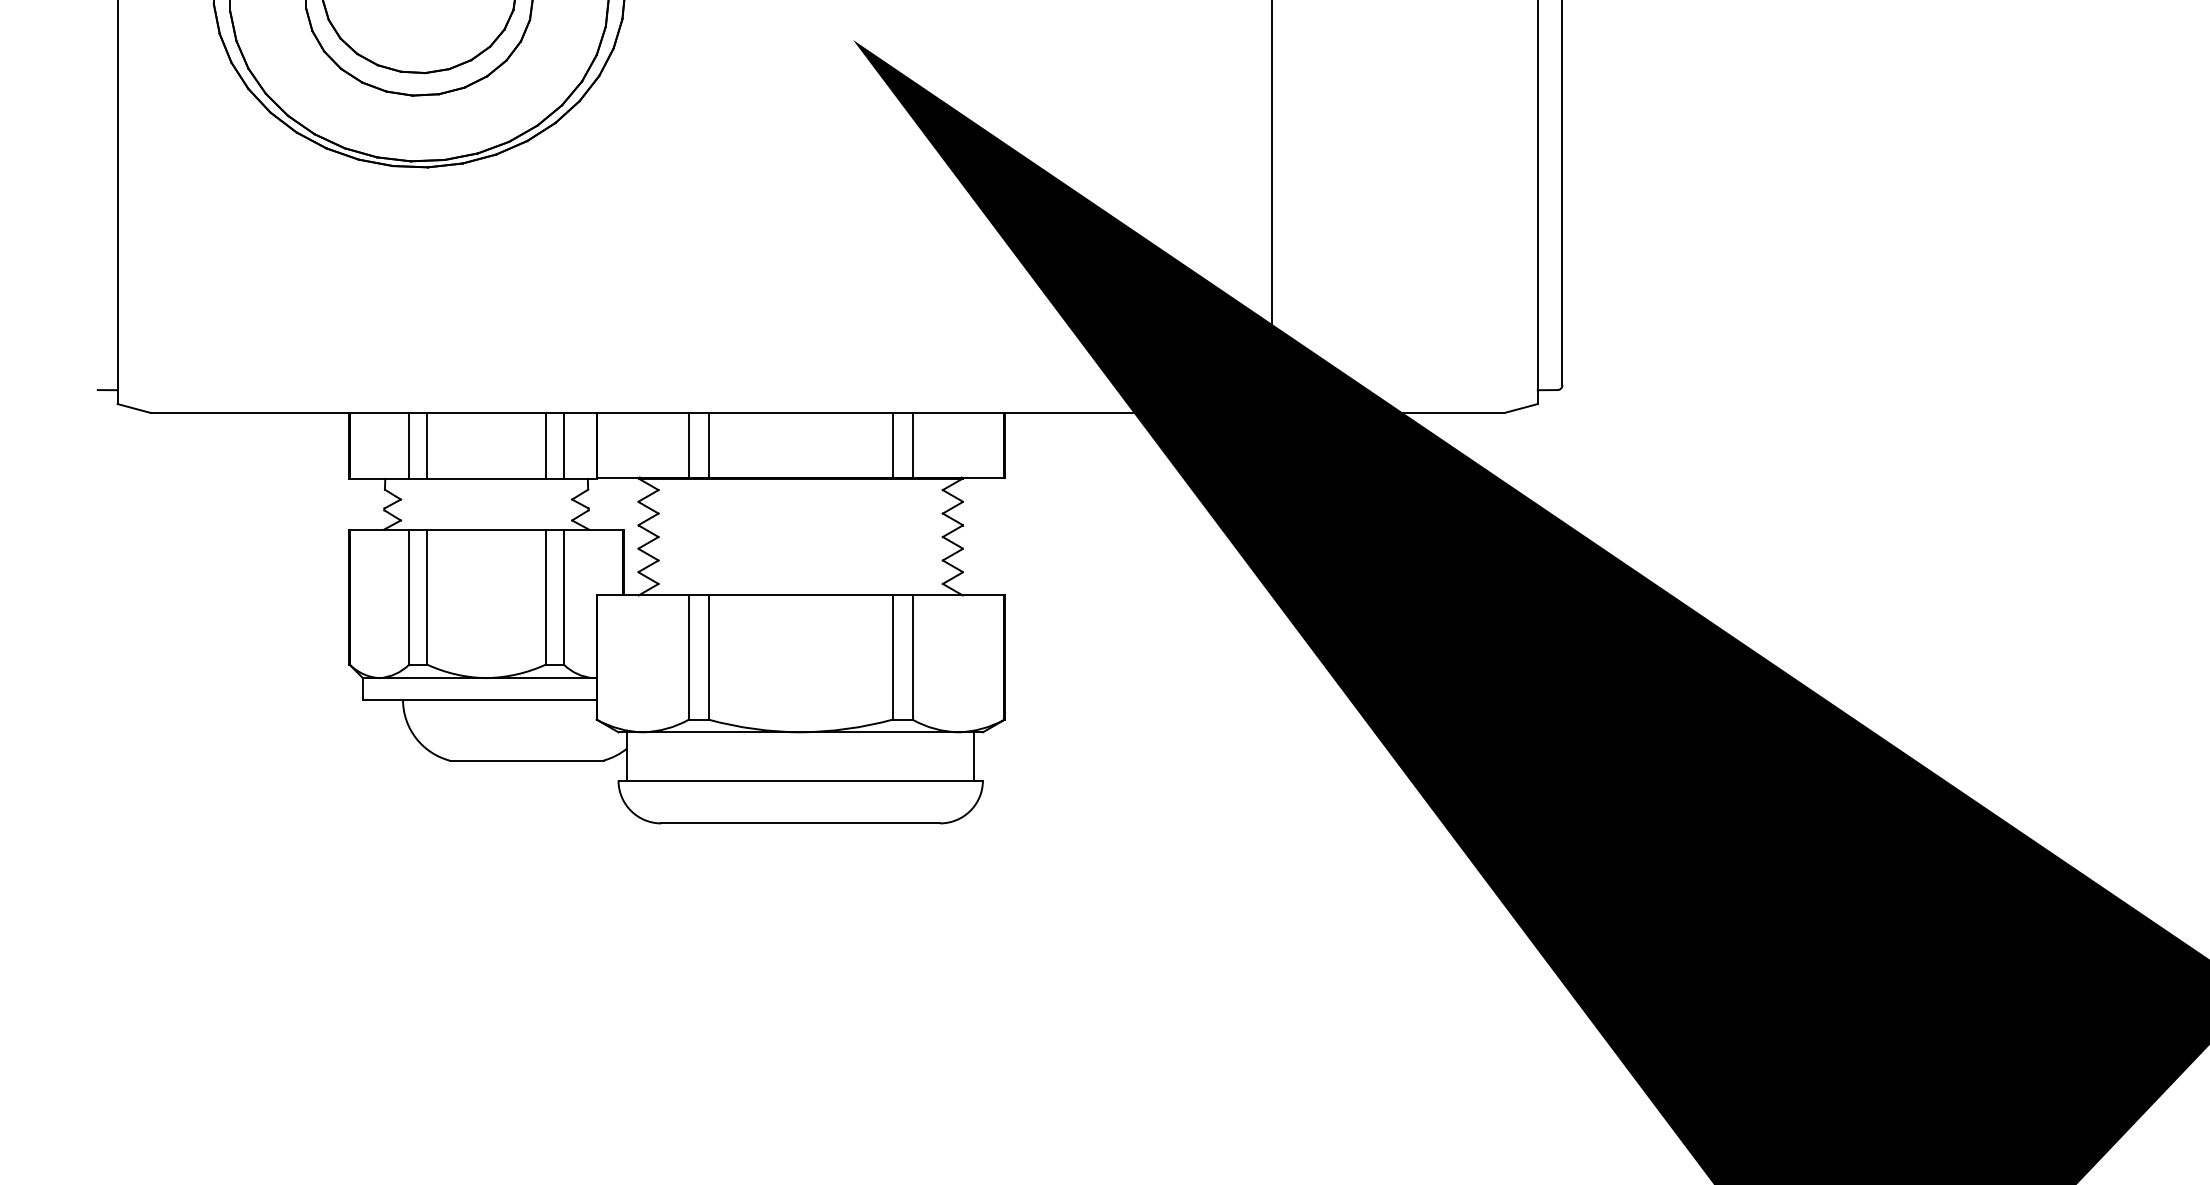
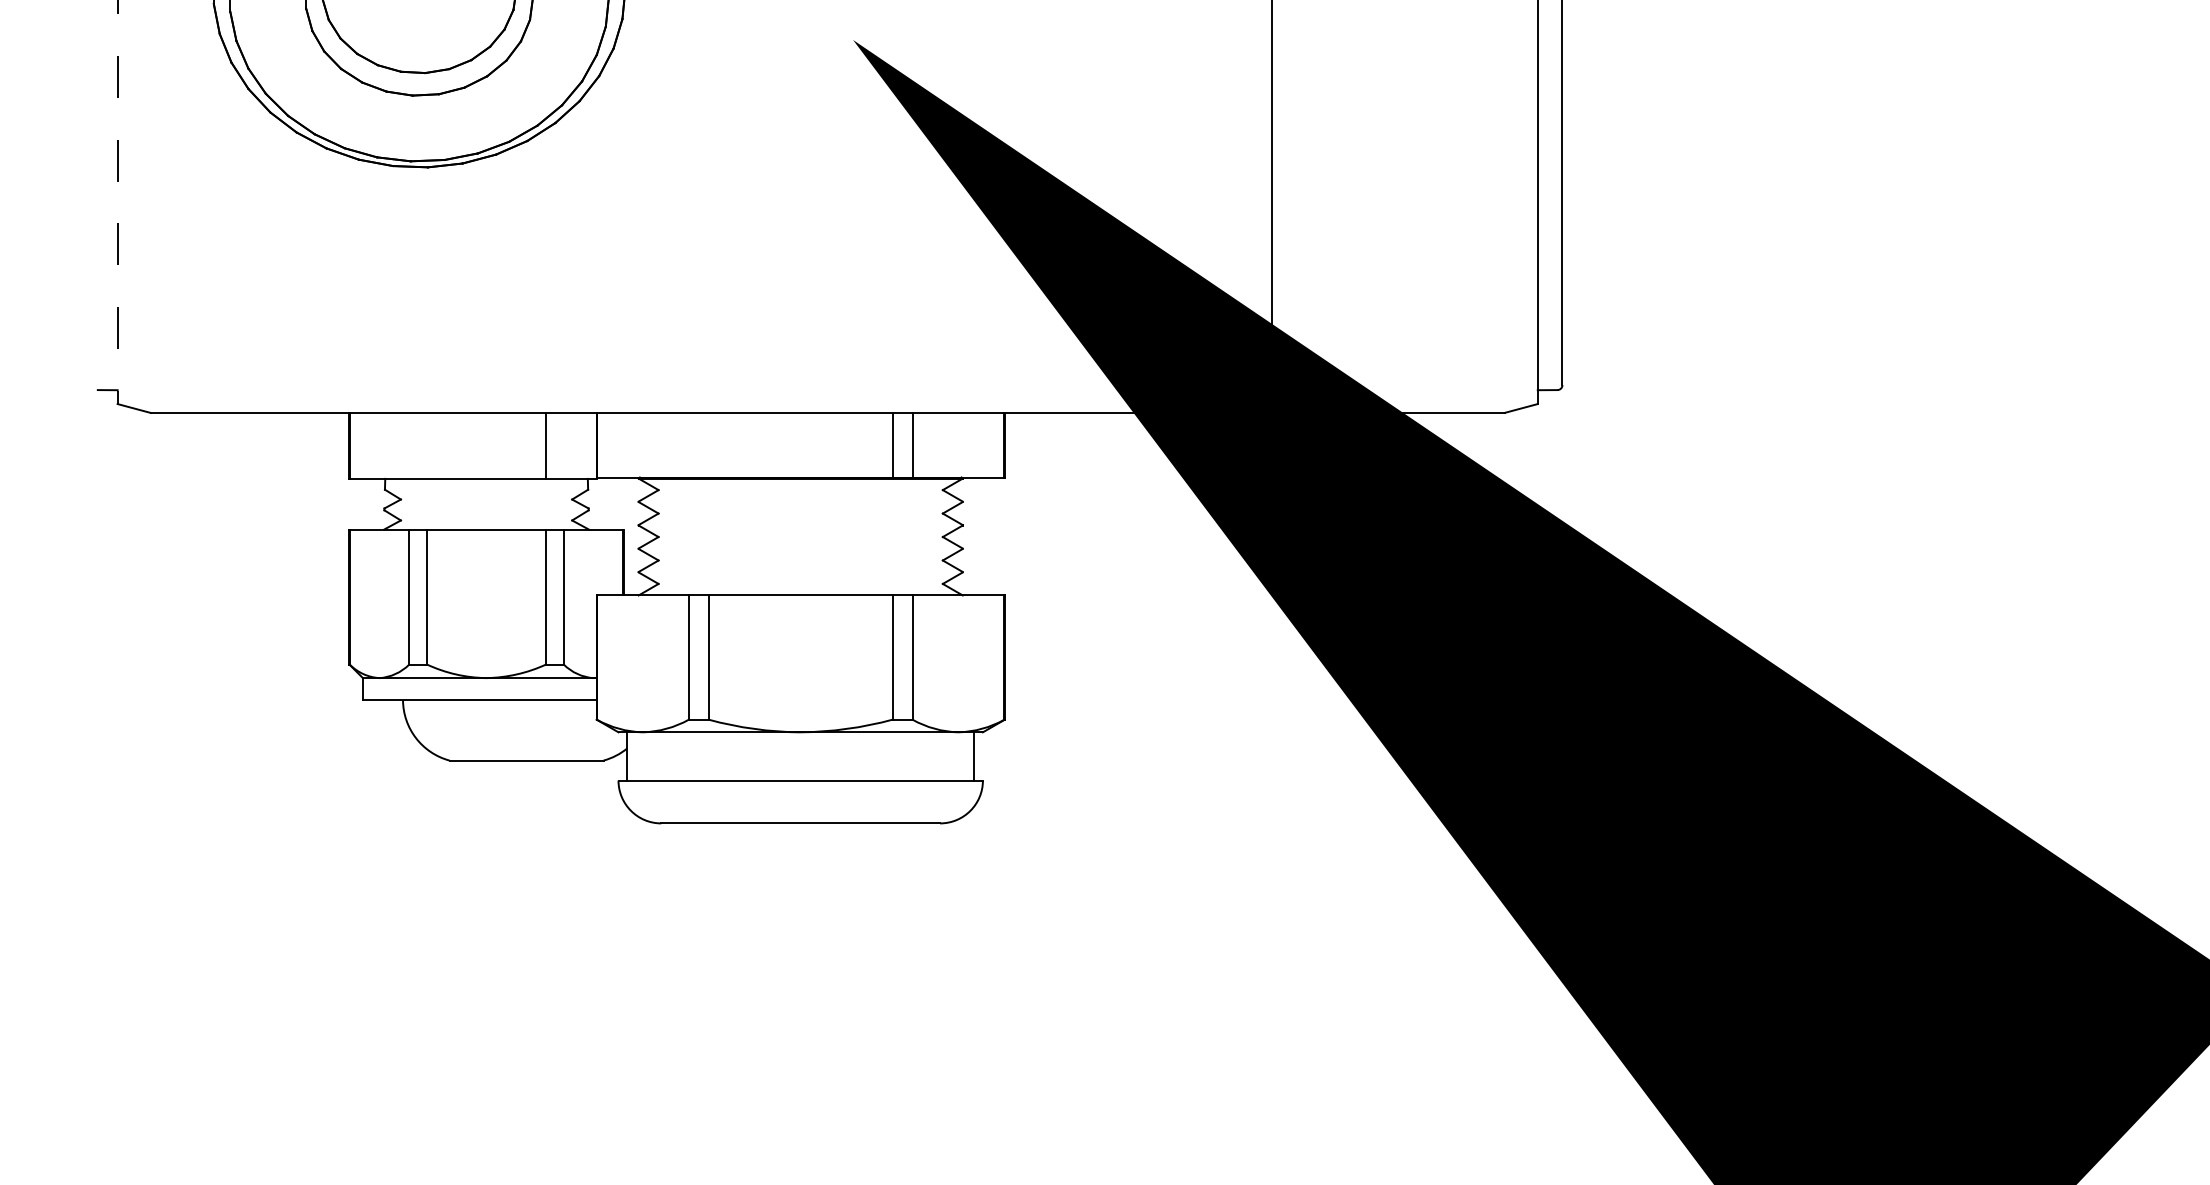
line at (117, 202): solid -> dashed
line at (688, 444): present -> none
line at (708, 444): present -> none
line at (409, 445): present -> none
line at (427, 445): present -> none
line at (563, 445): present -> none
